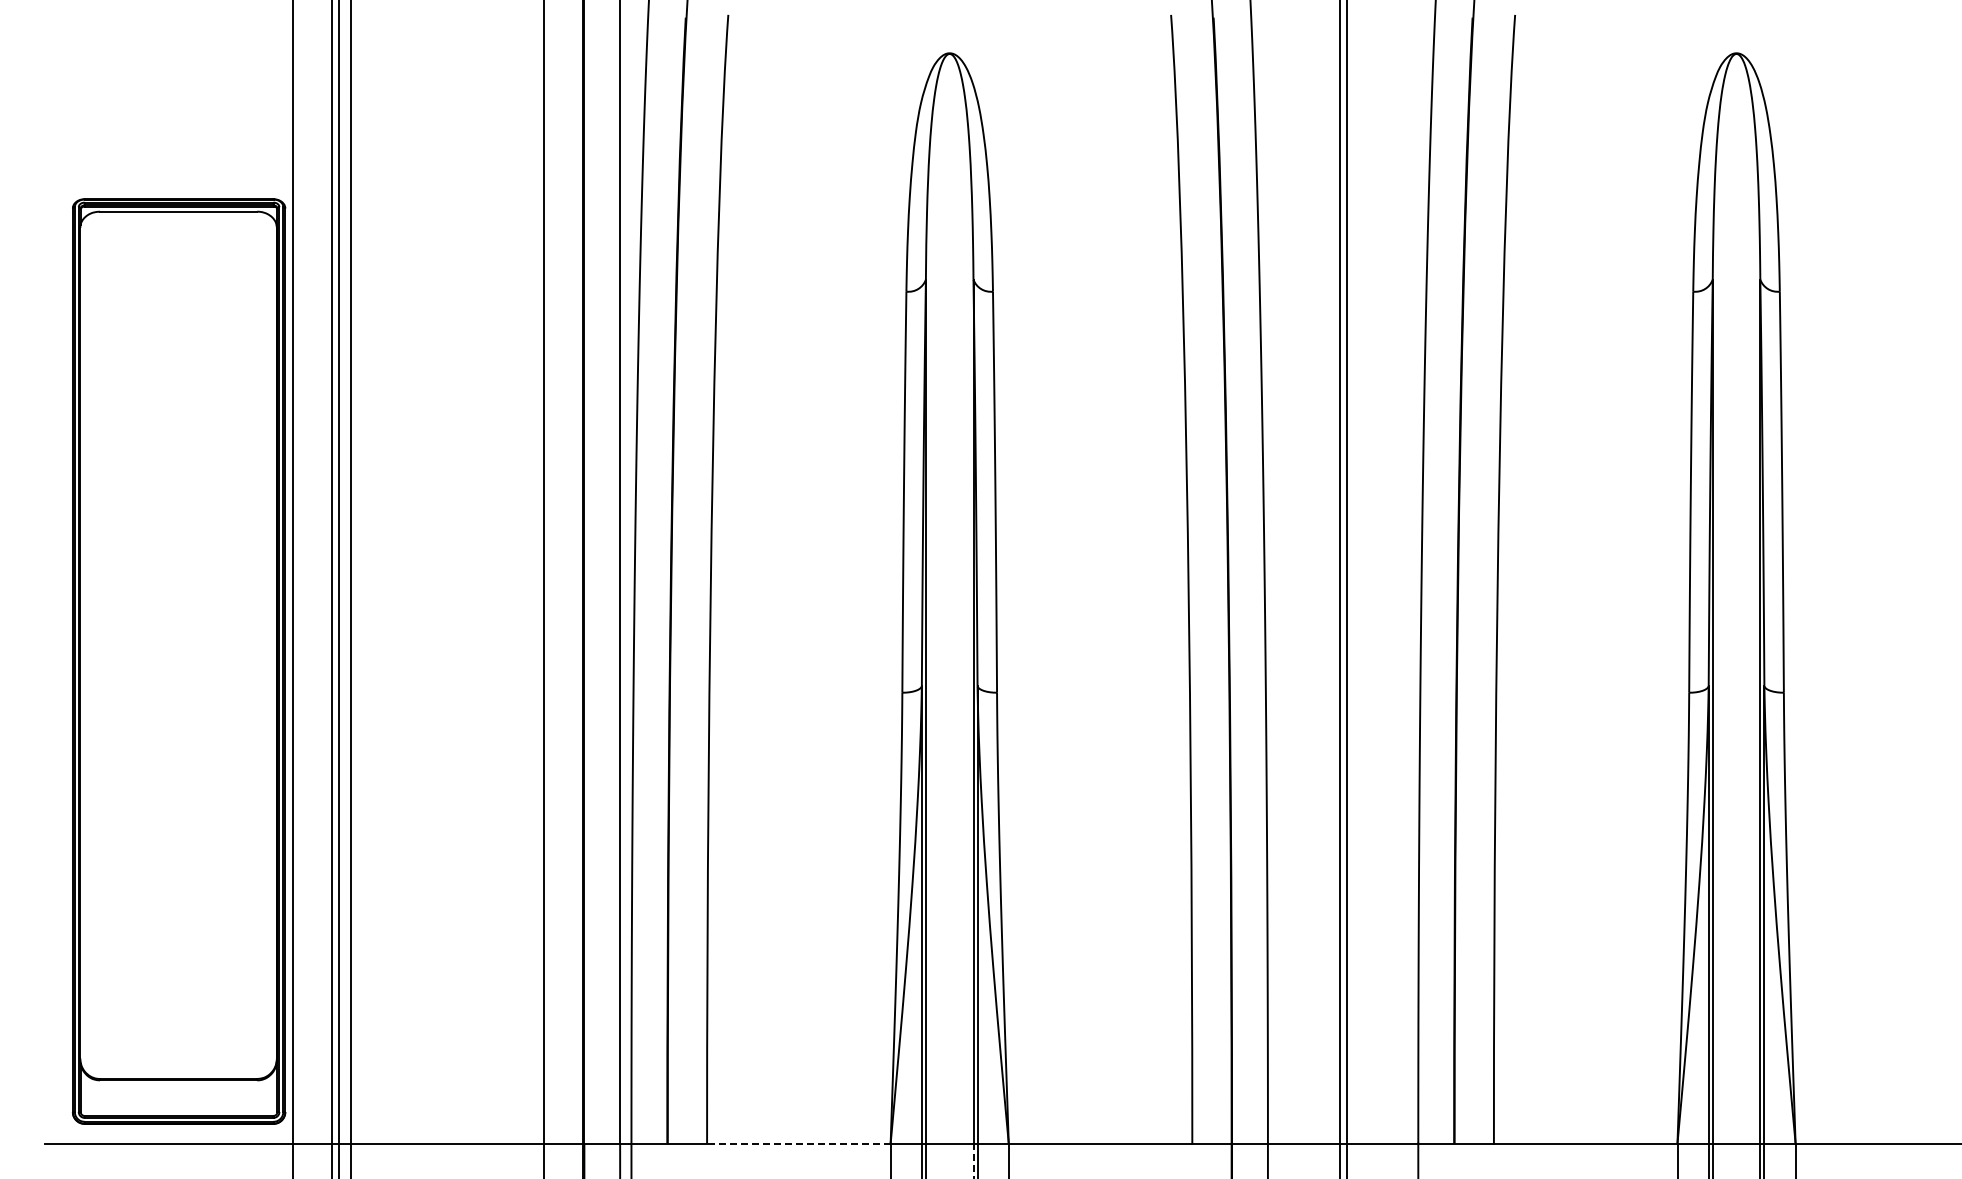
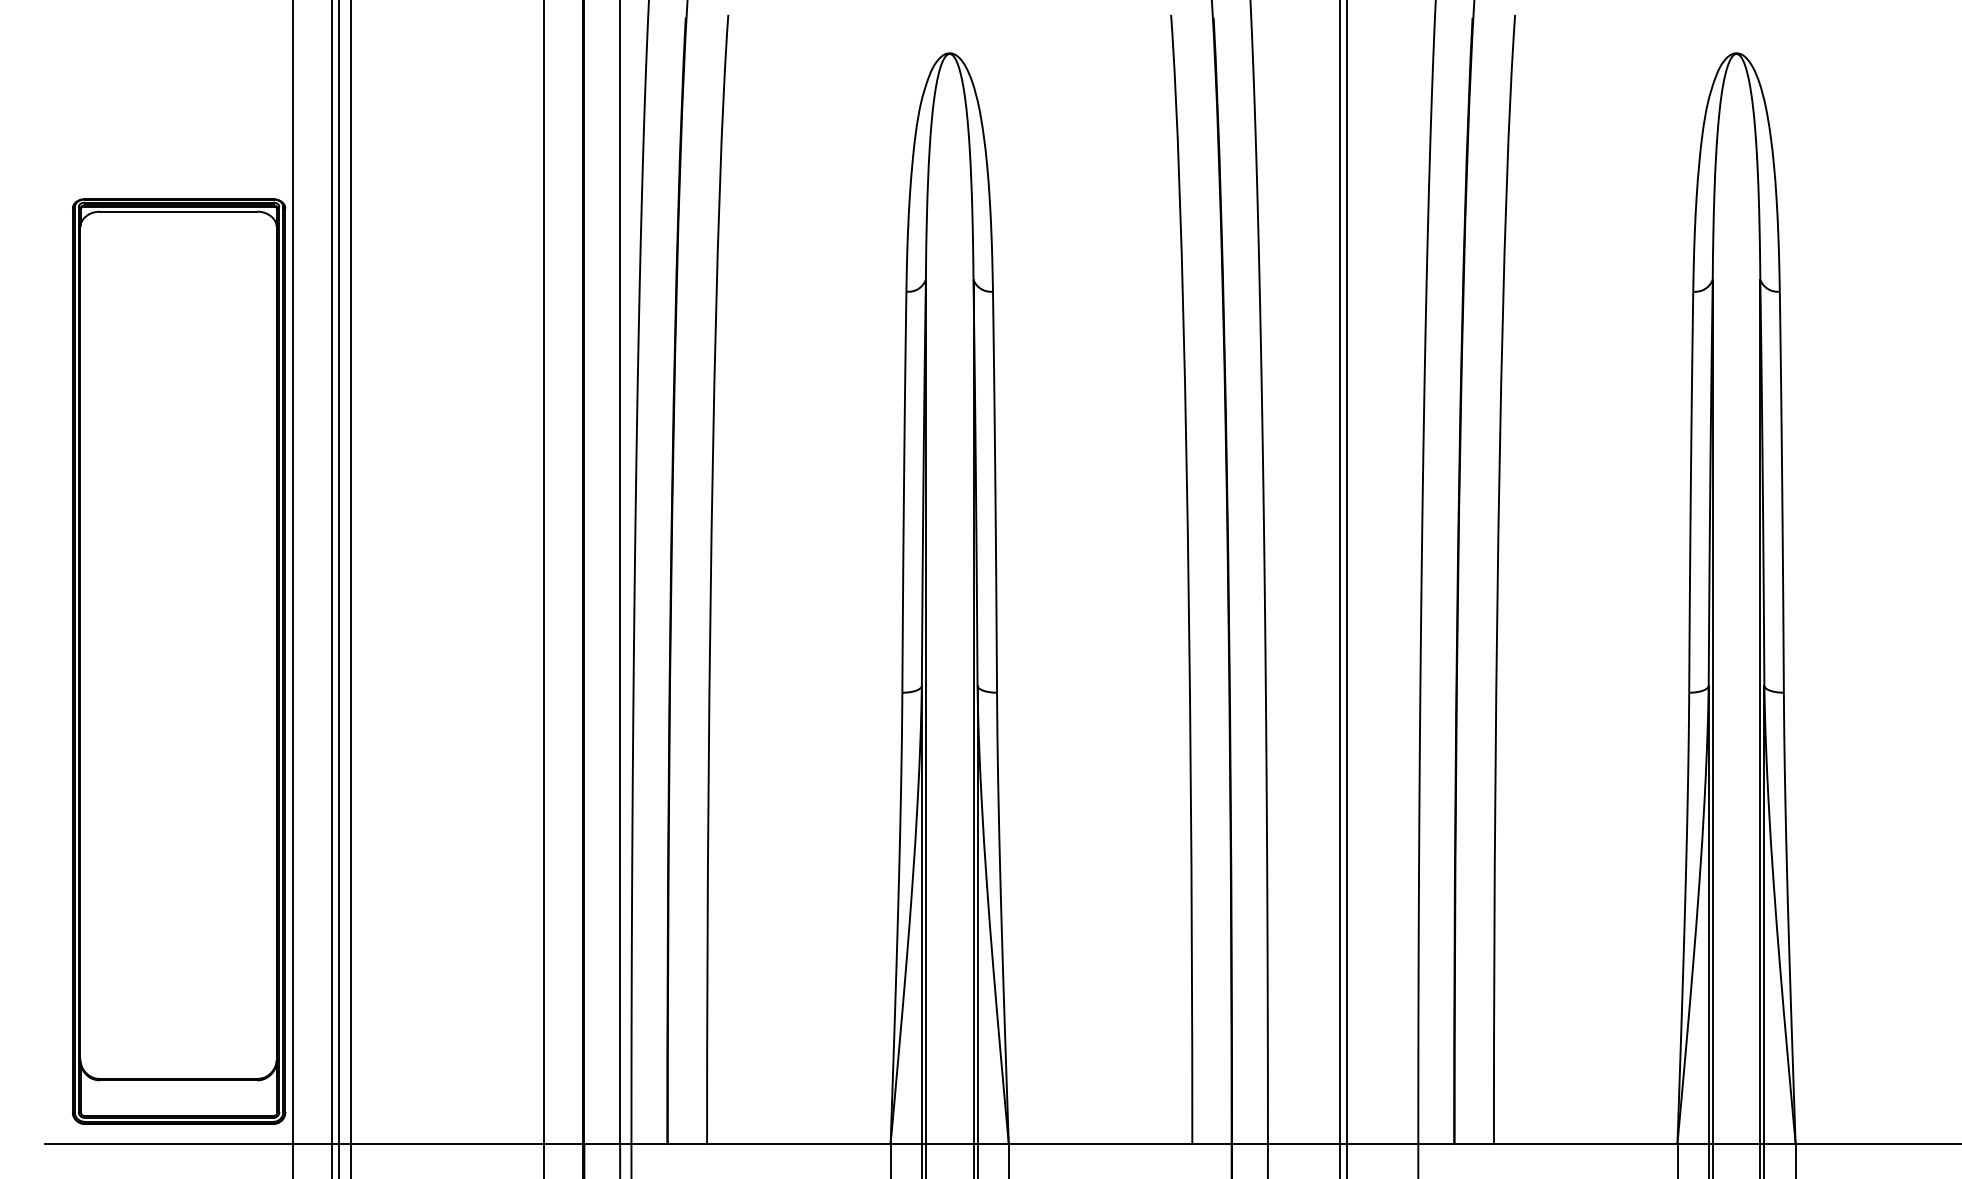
line at (798, 1143): dashed -> solid
line at (973, 1160): dashed -> solid
